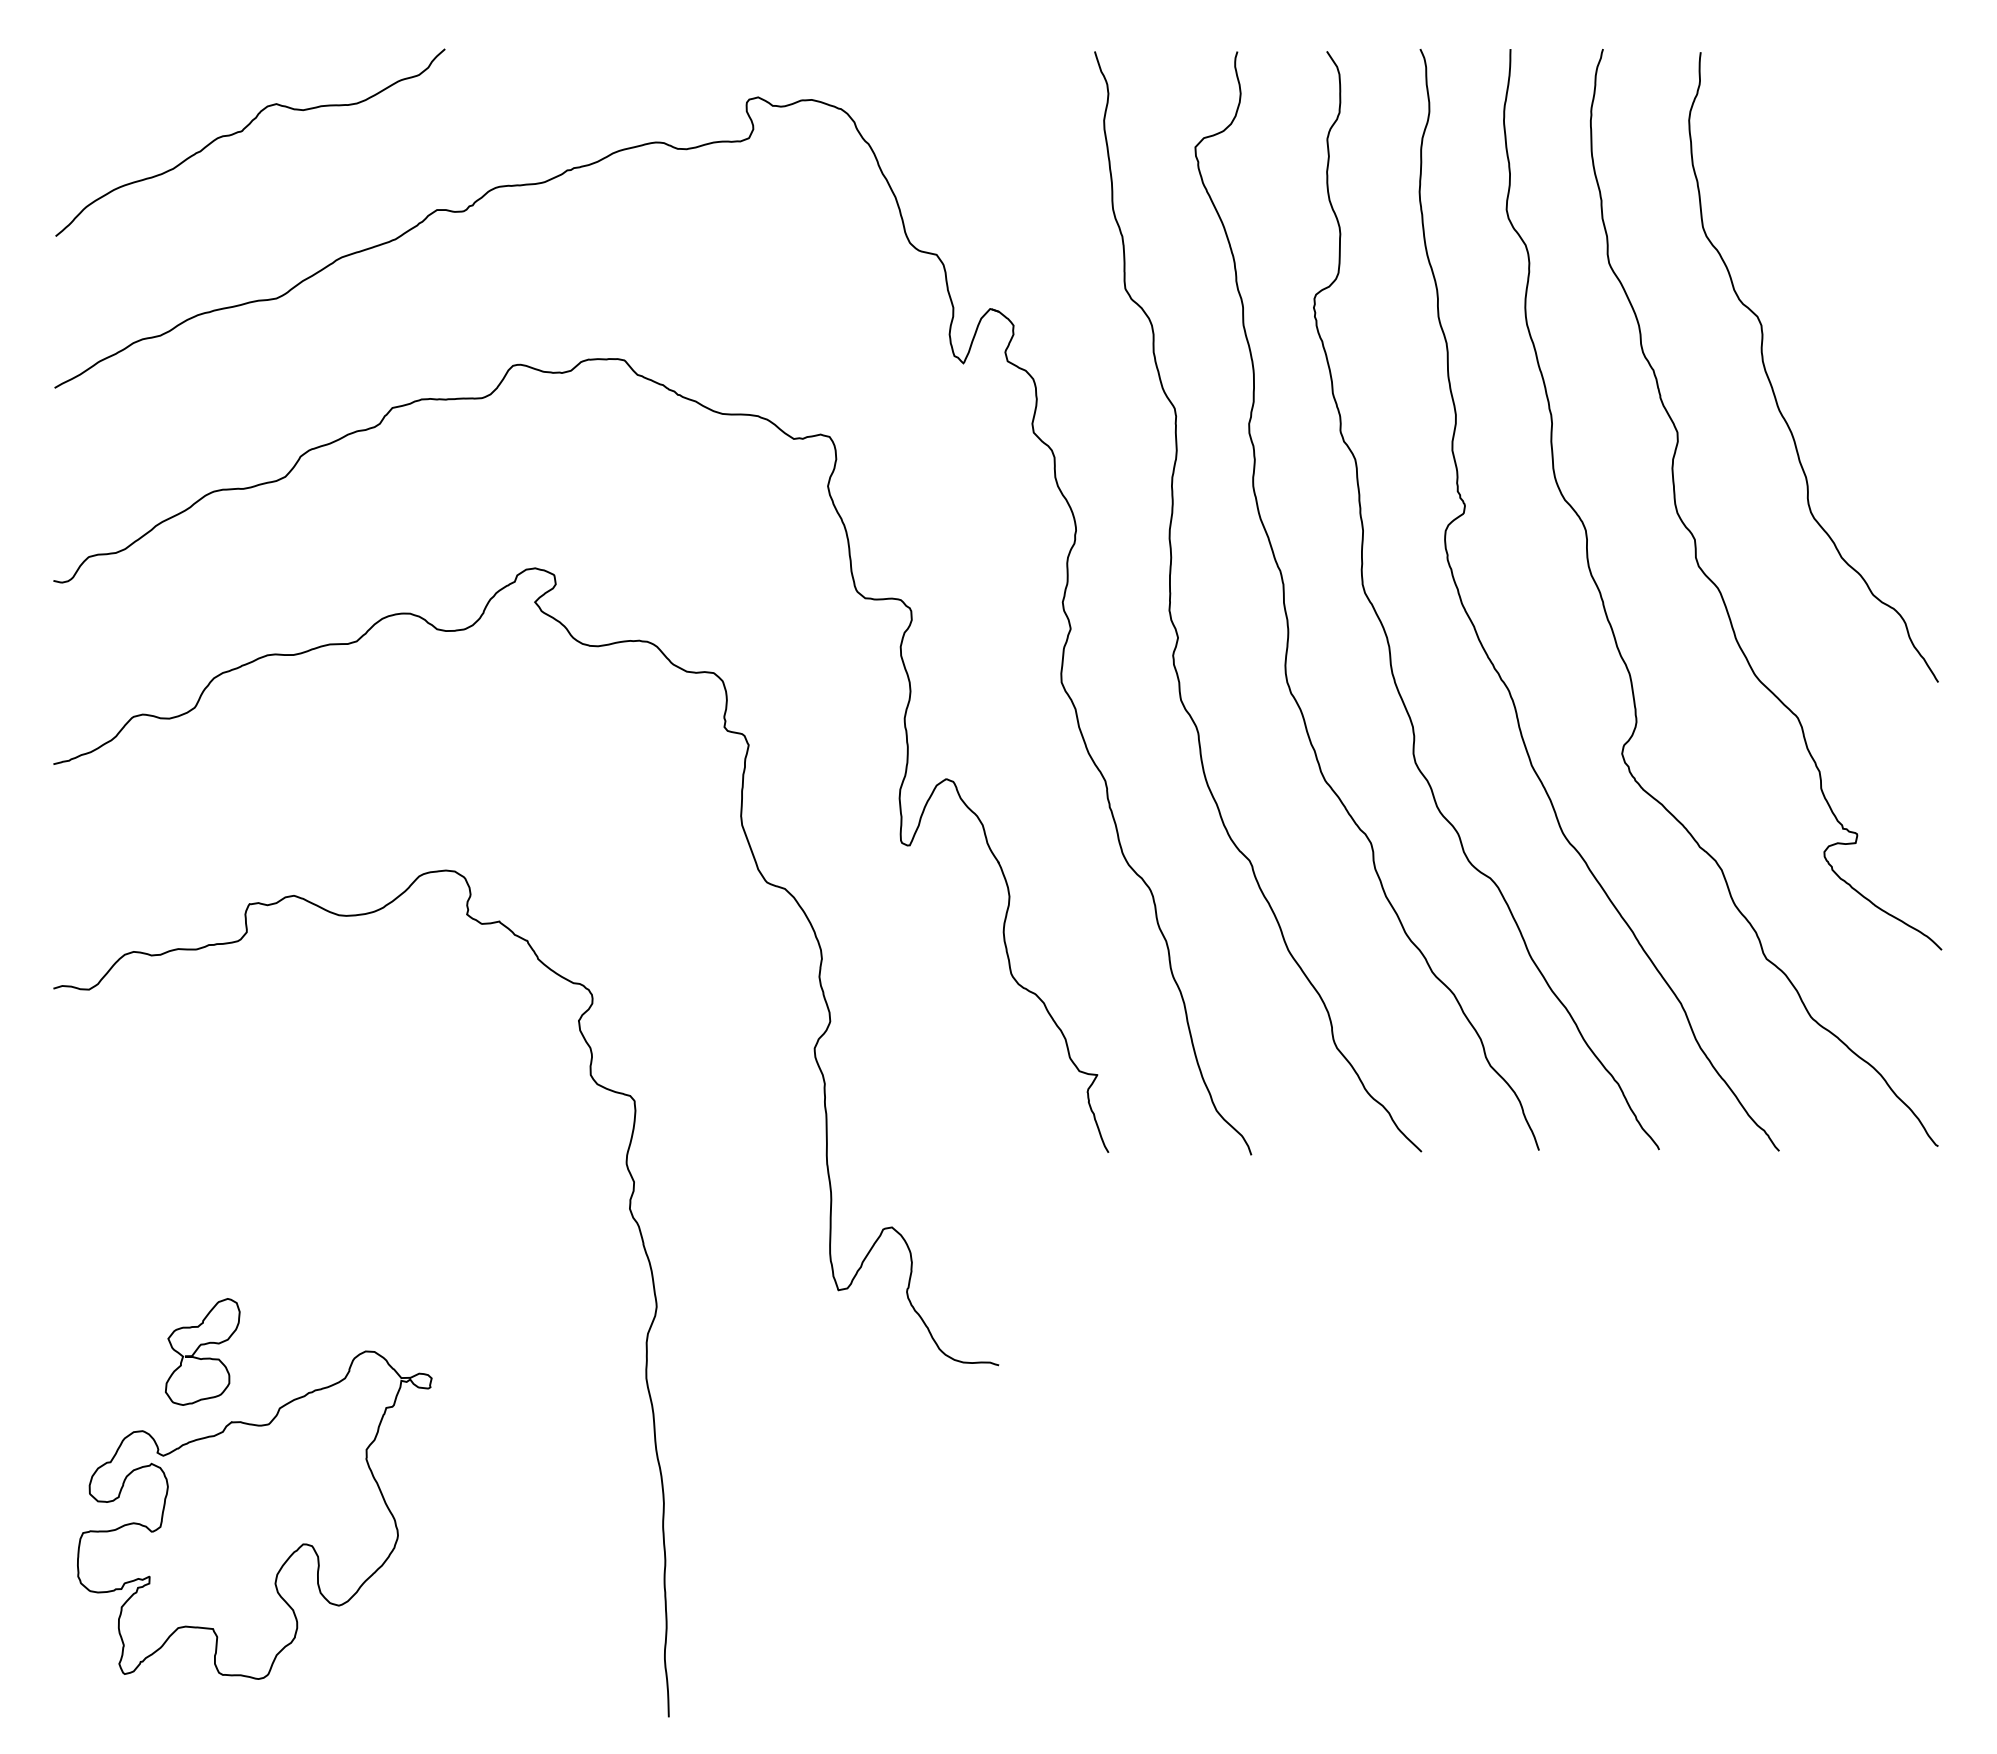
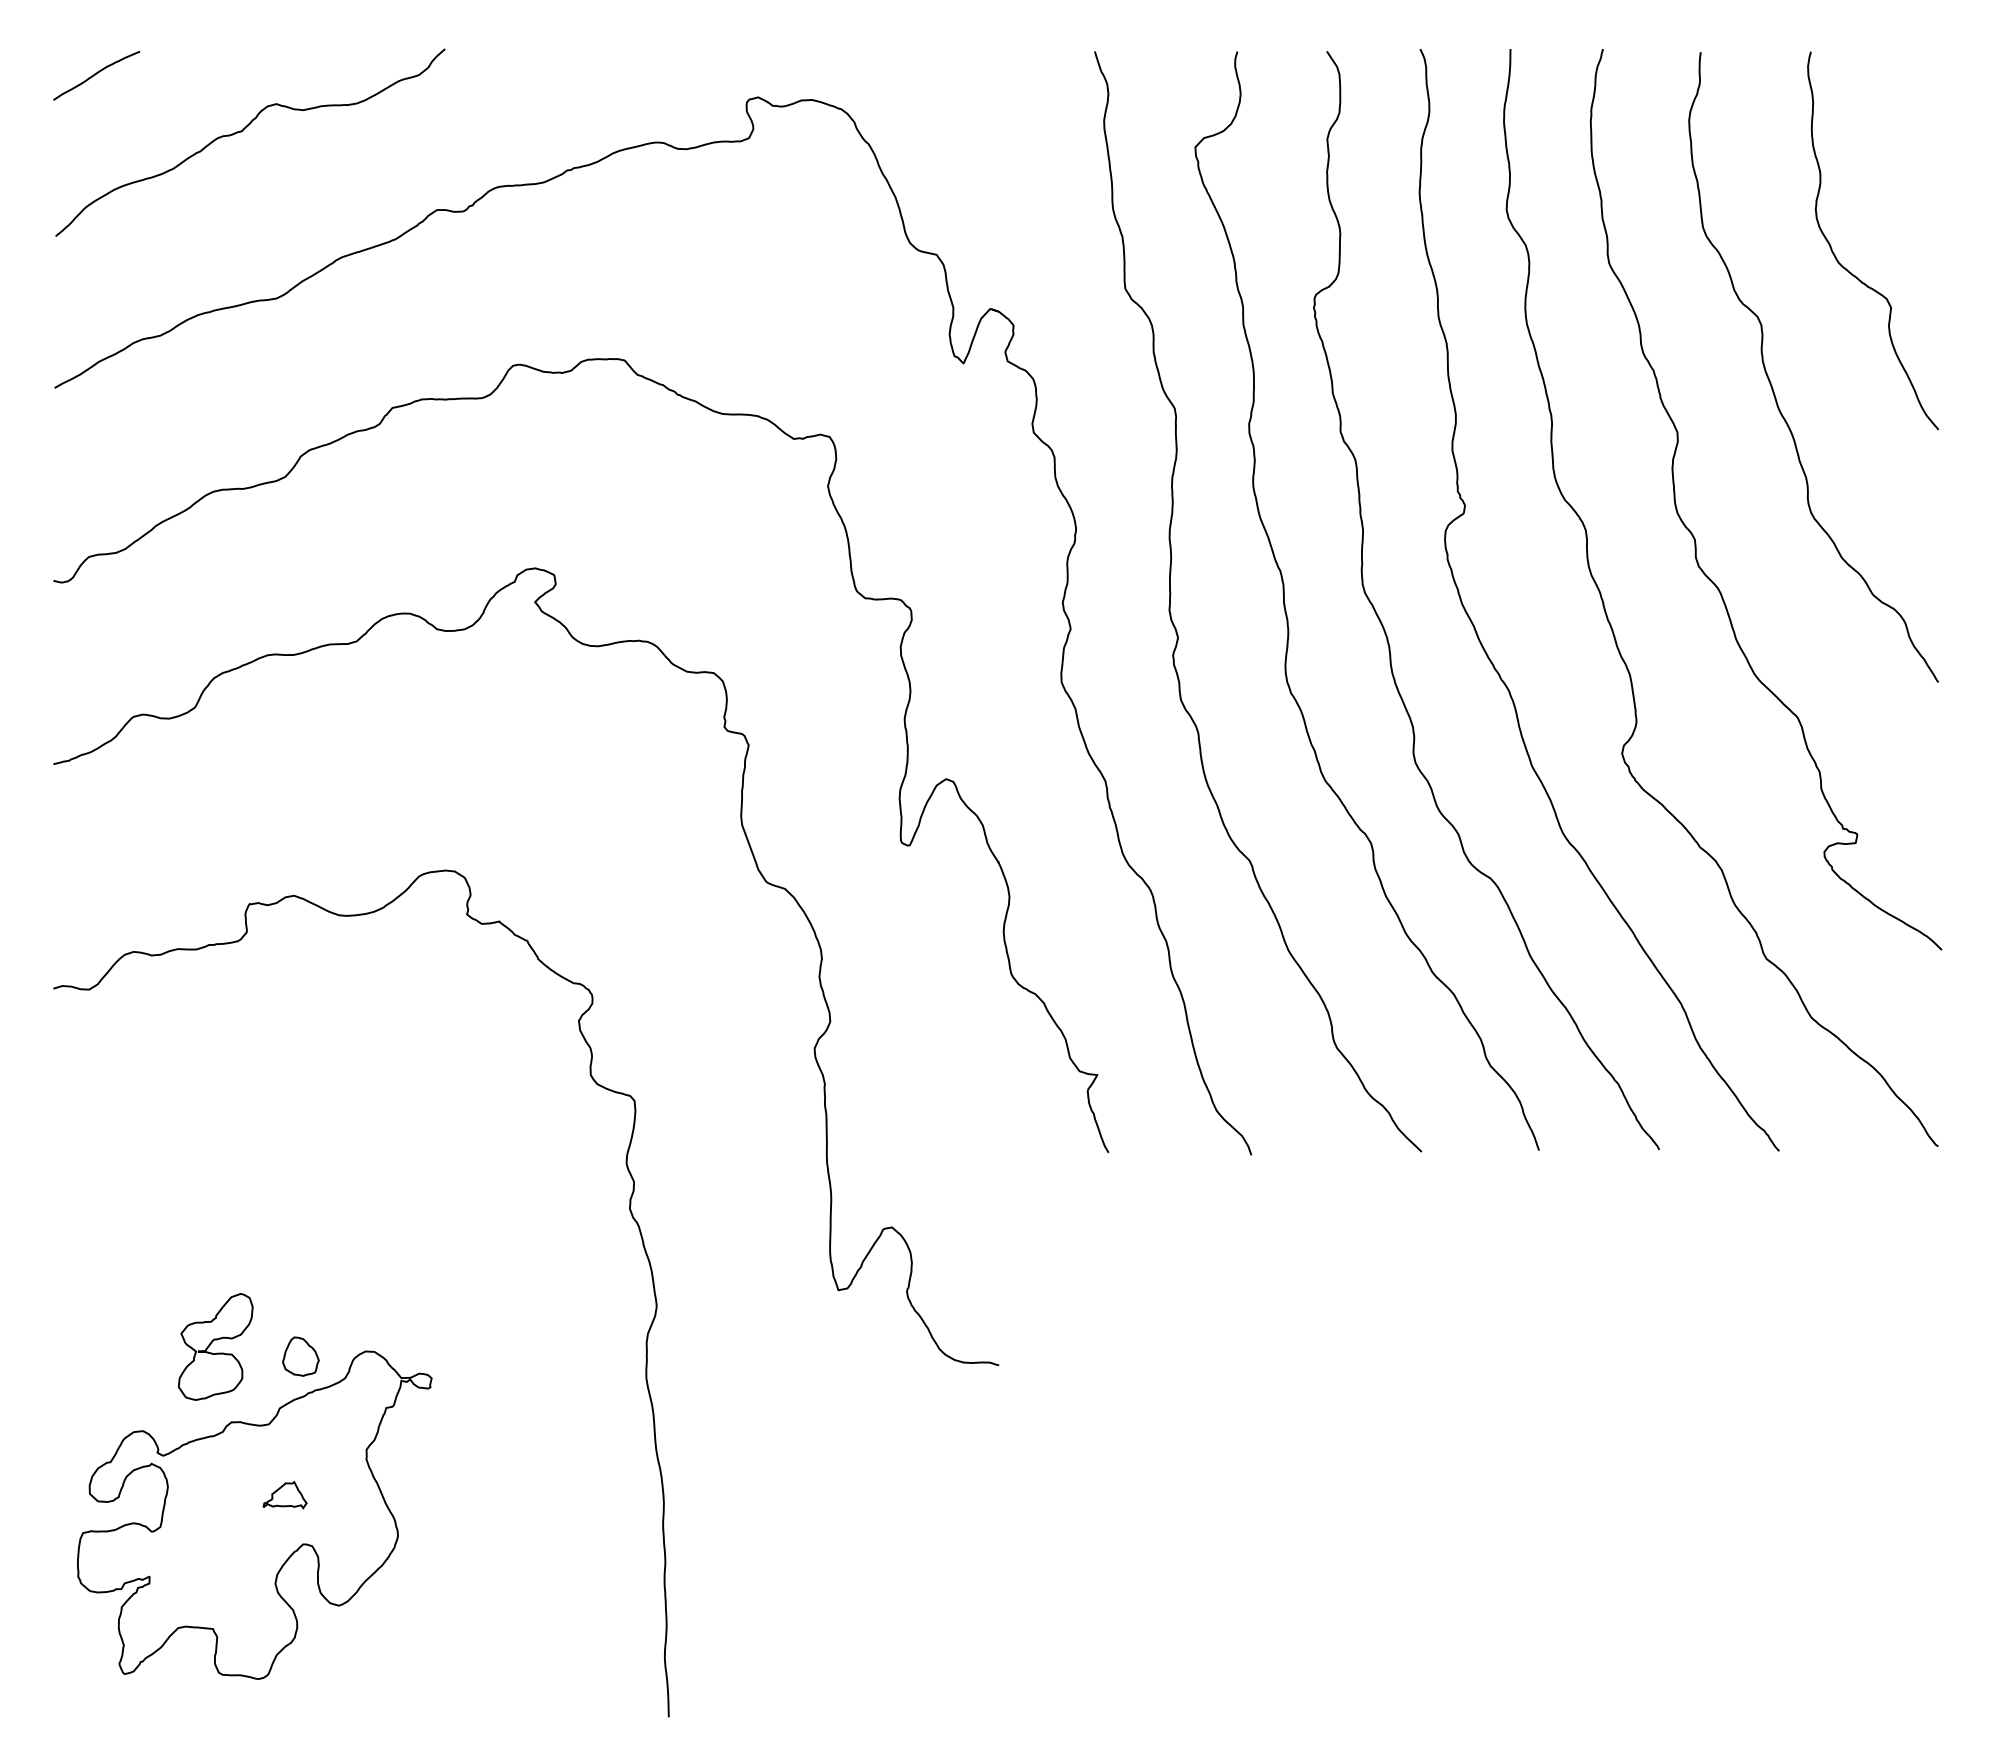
curve at (96, 74): none -> present
curve at (1850, 271): none -> present
part at (202, 1351) position: (202, 1351) -> (215, 1346)
part at (300, 1356): none -> present
part at (284, 1494): none -> present
